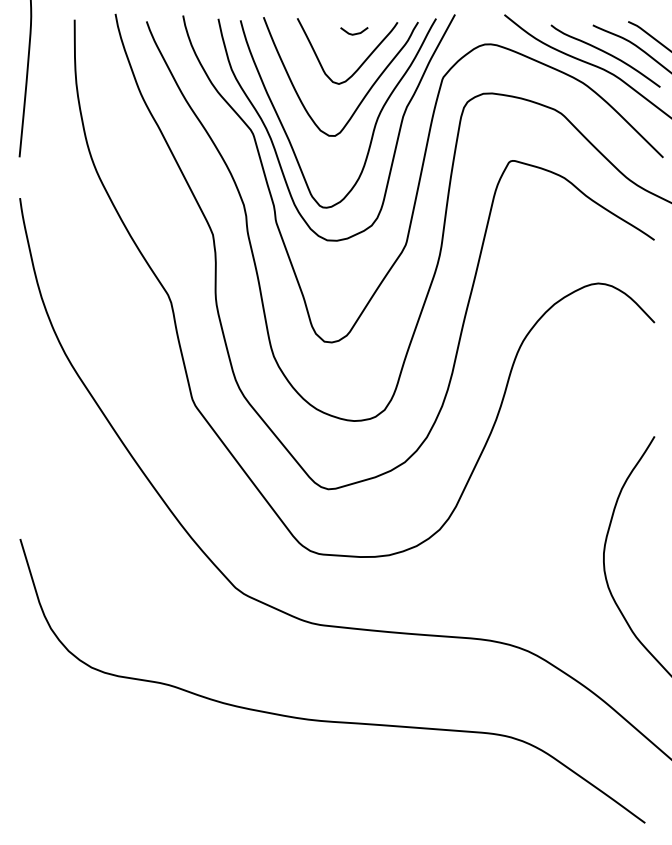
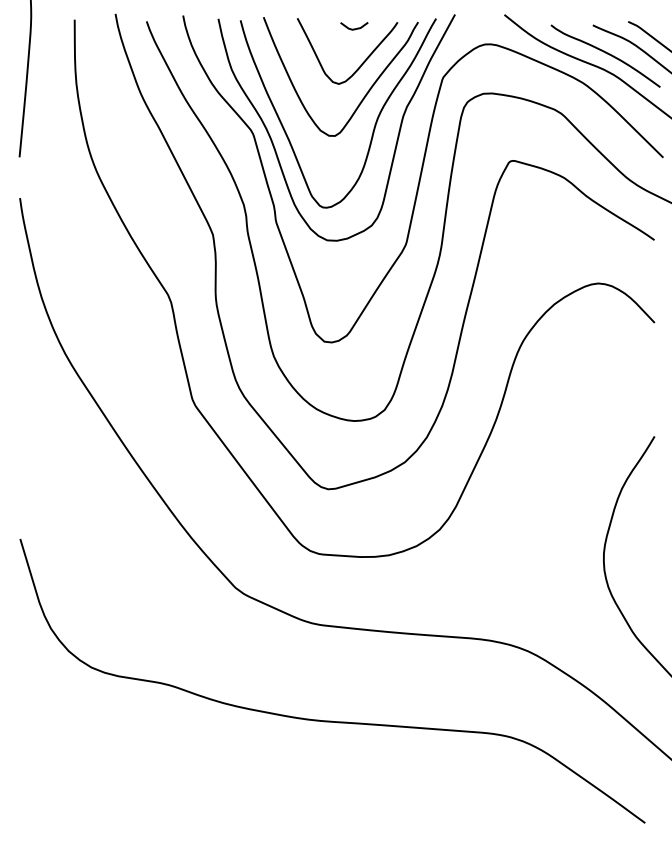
line at (354, 33) position: (354, 33) -> (354, 28)
